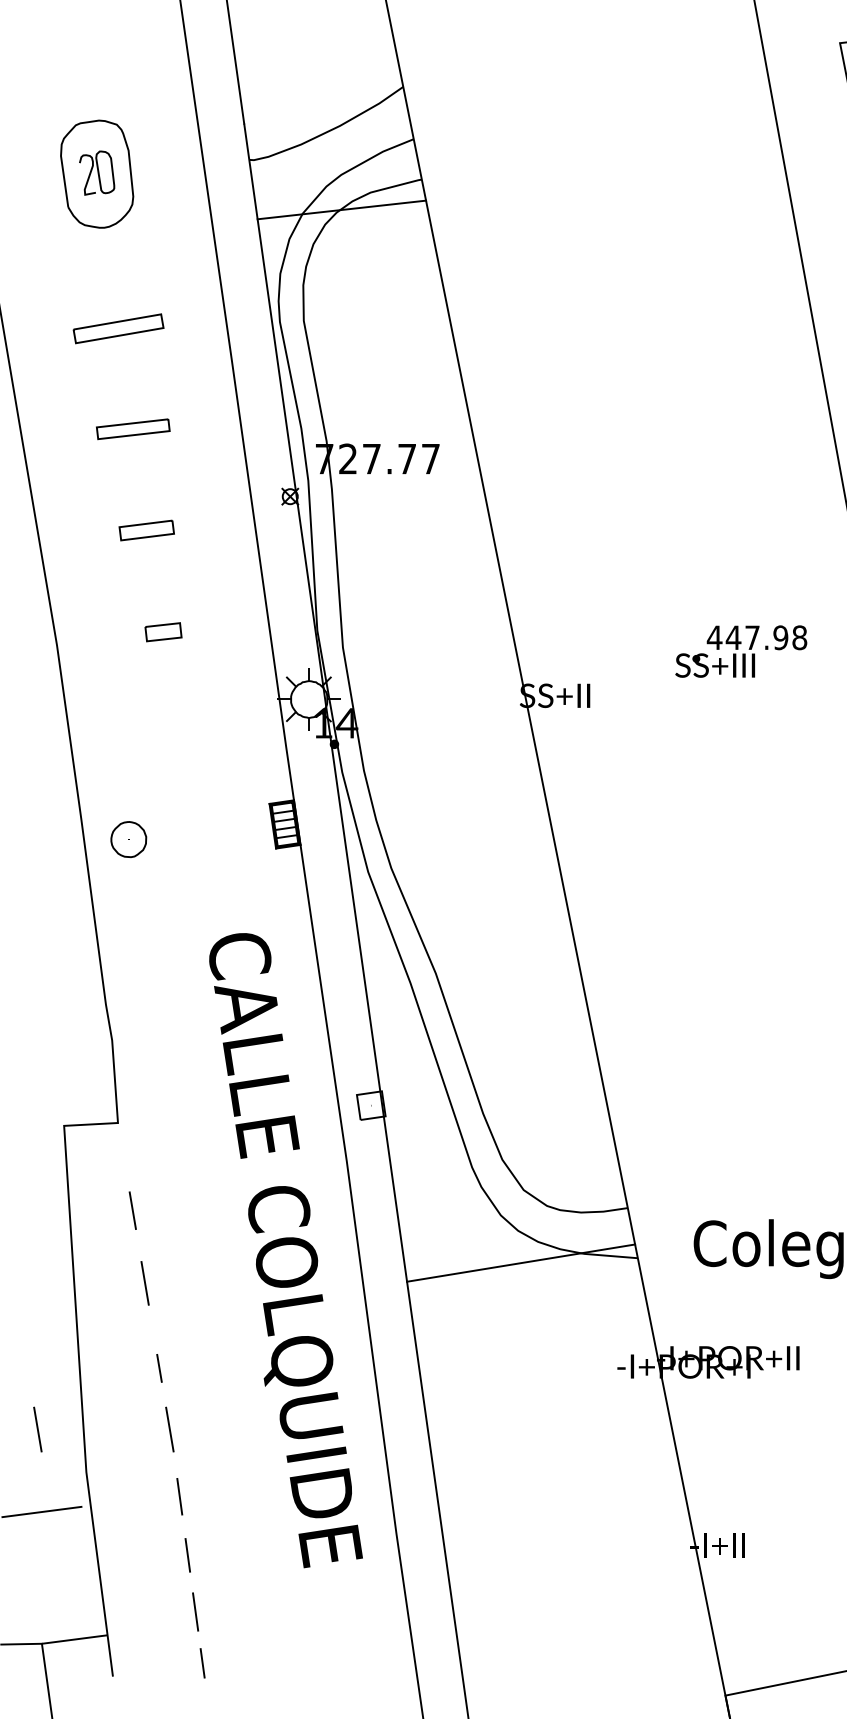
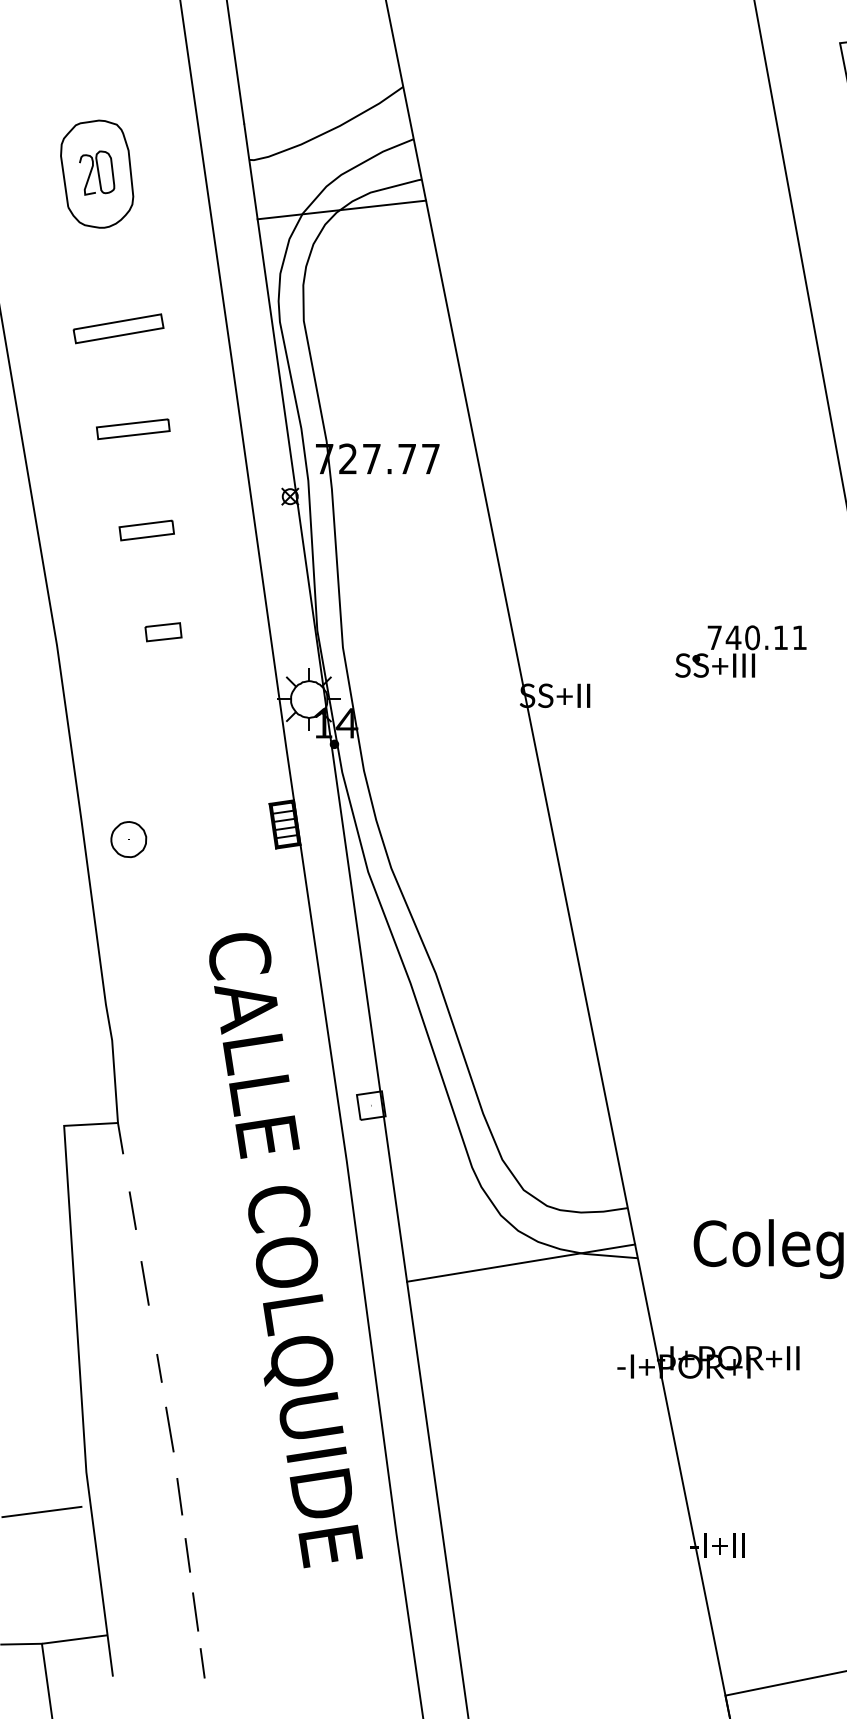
text at (756, 637): 447.98 -> 740.11
line at (120, 1138): none -> present
line at (37, 1429): present -> none
